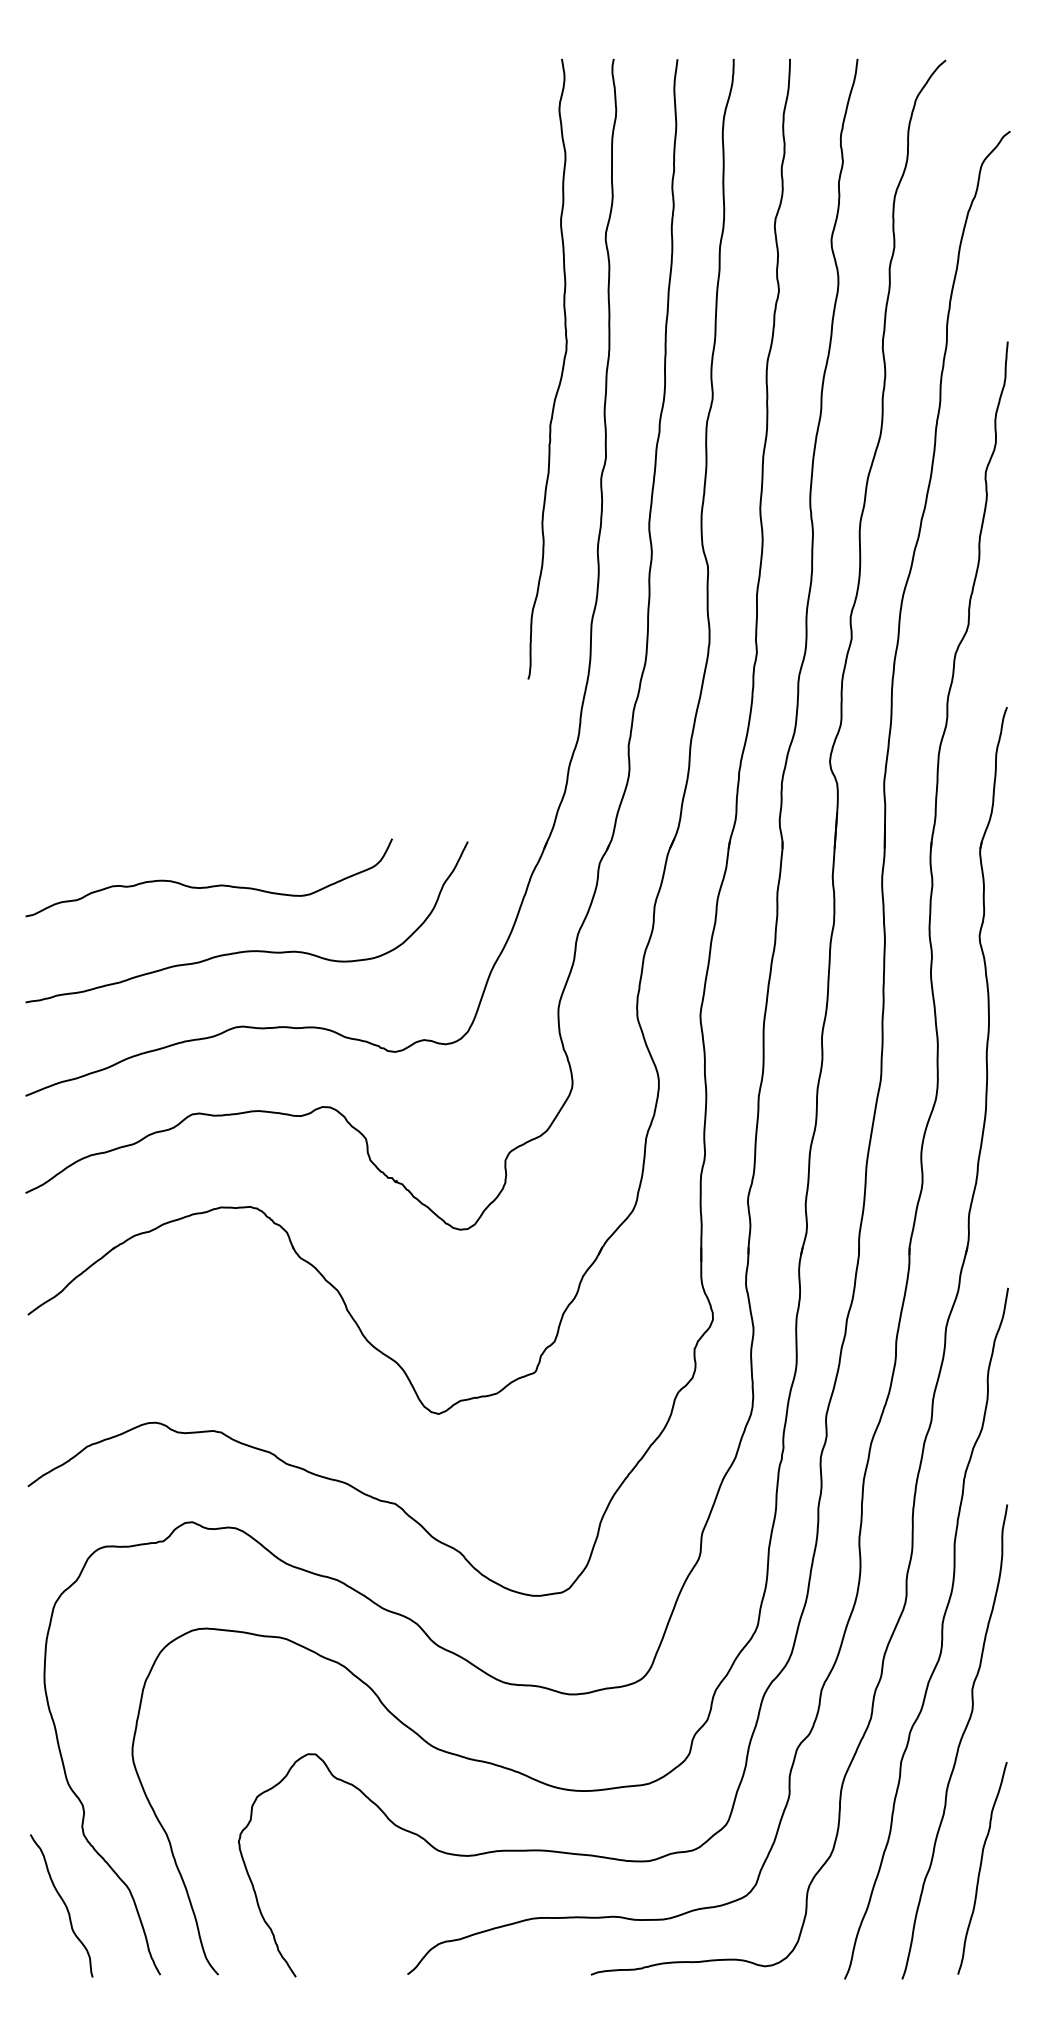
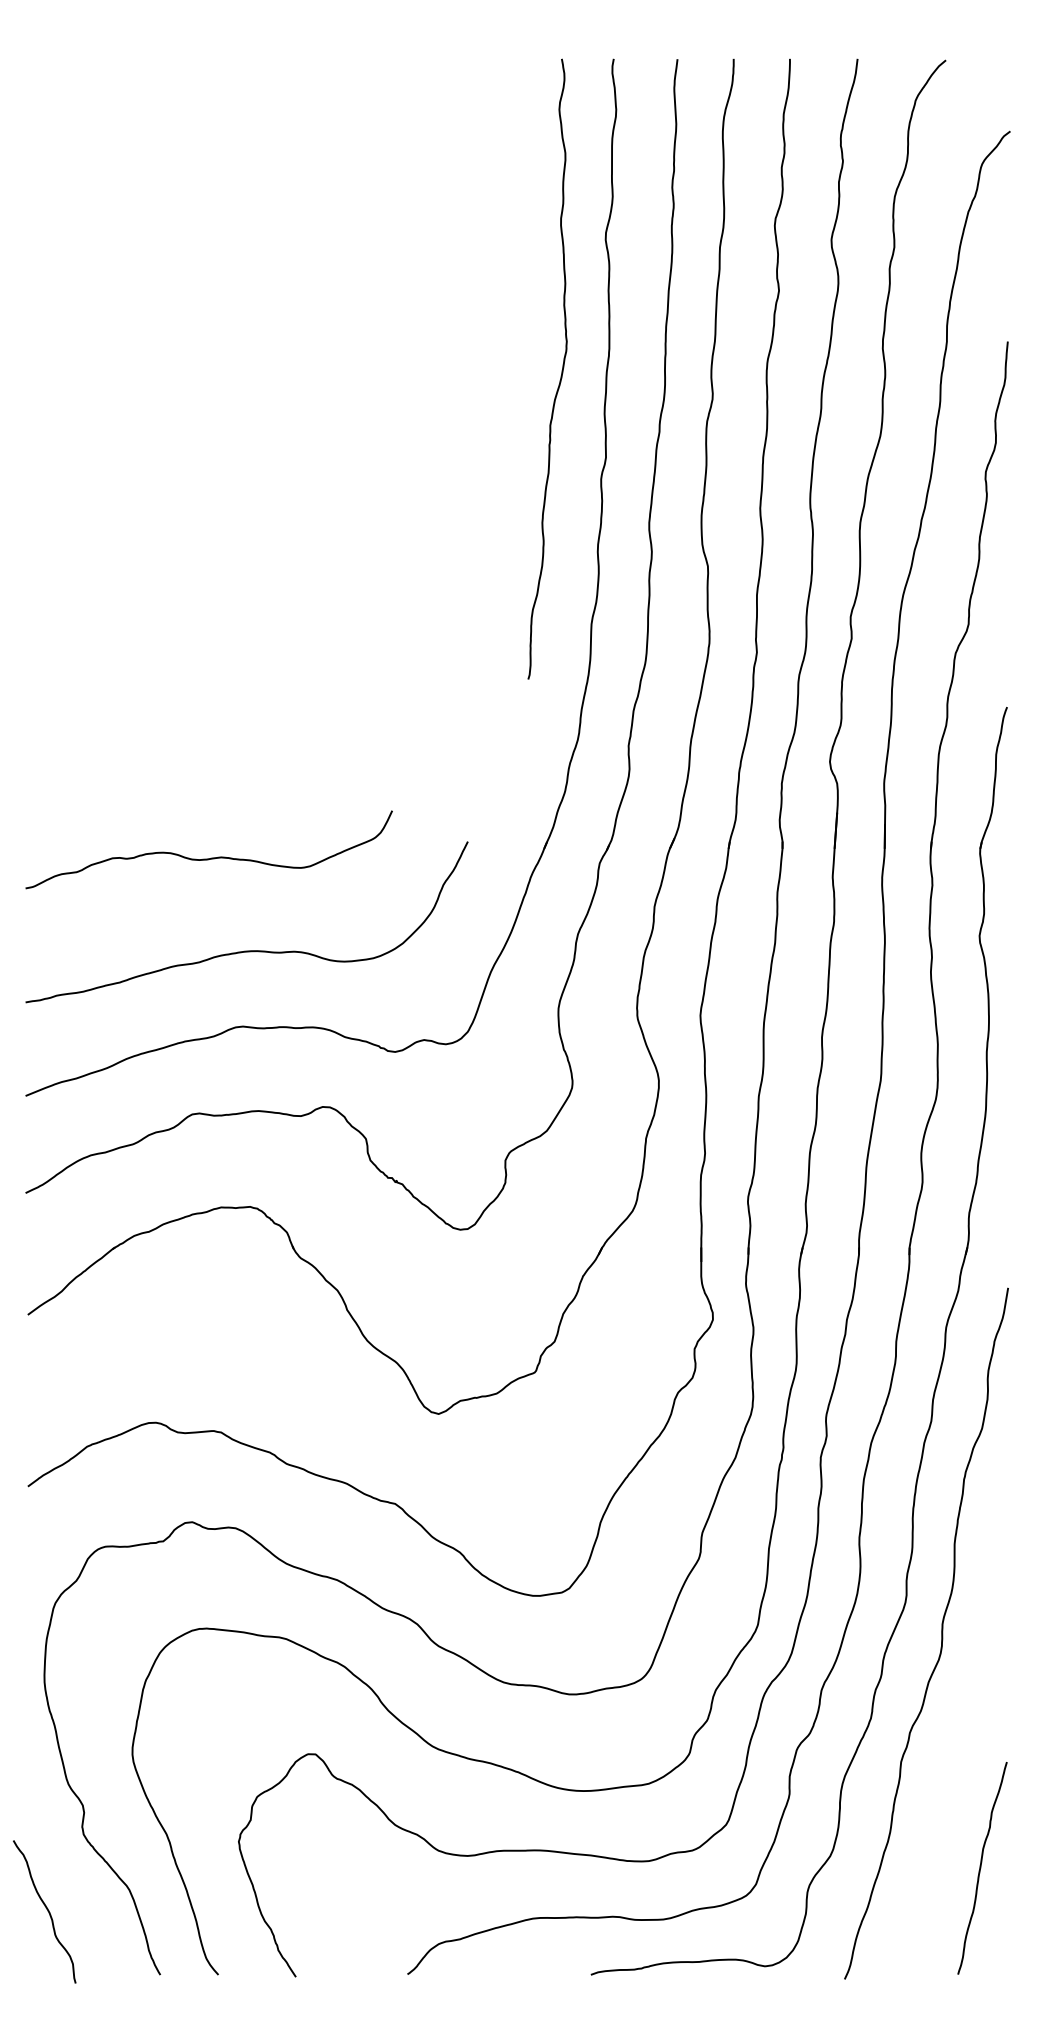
curve at (211, 885) position: (211, 885) -> (211, 857)
curve at (958, 1743): present -> none
curve at (63, 1903) position: (63, 1903) -> (46, 1909)
